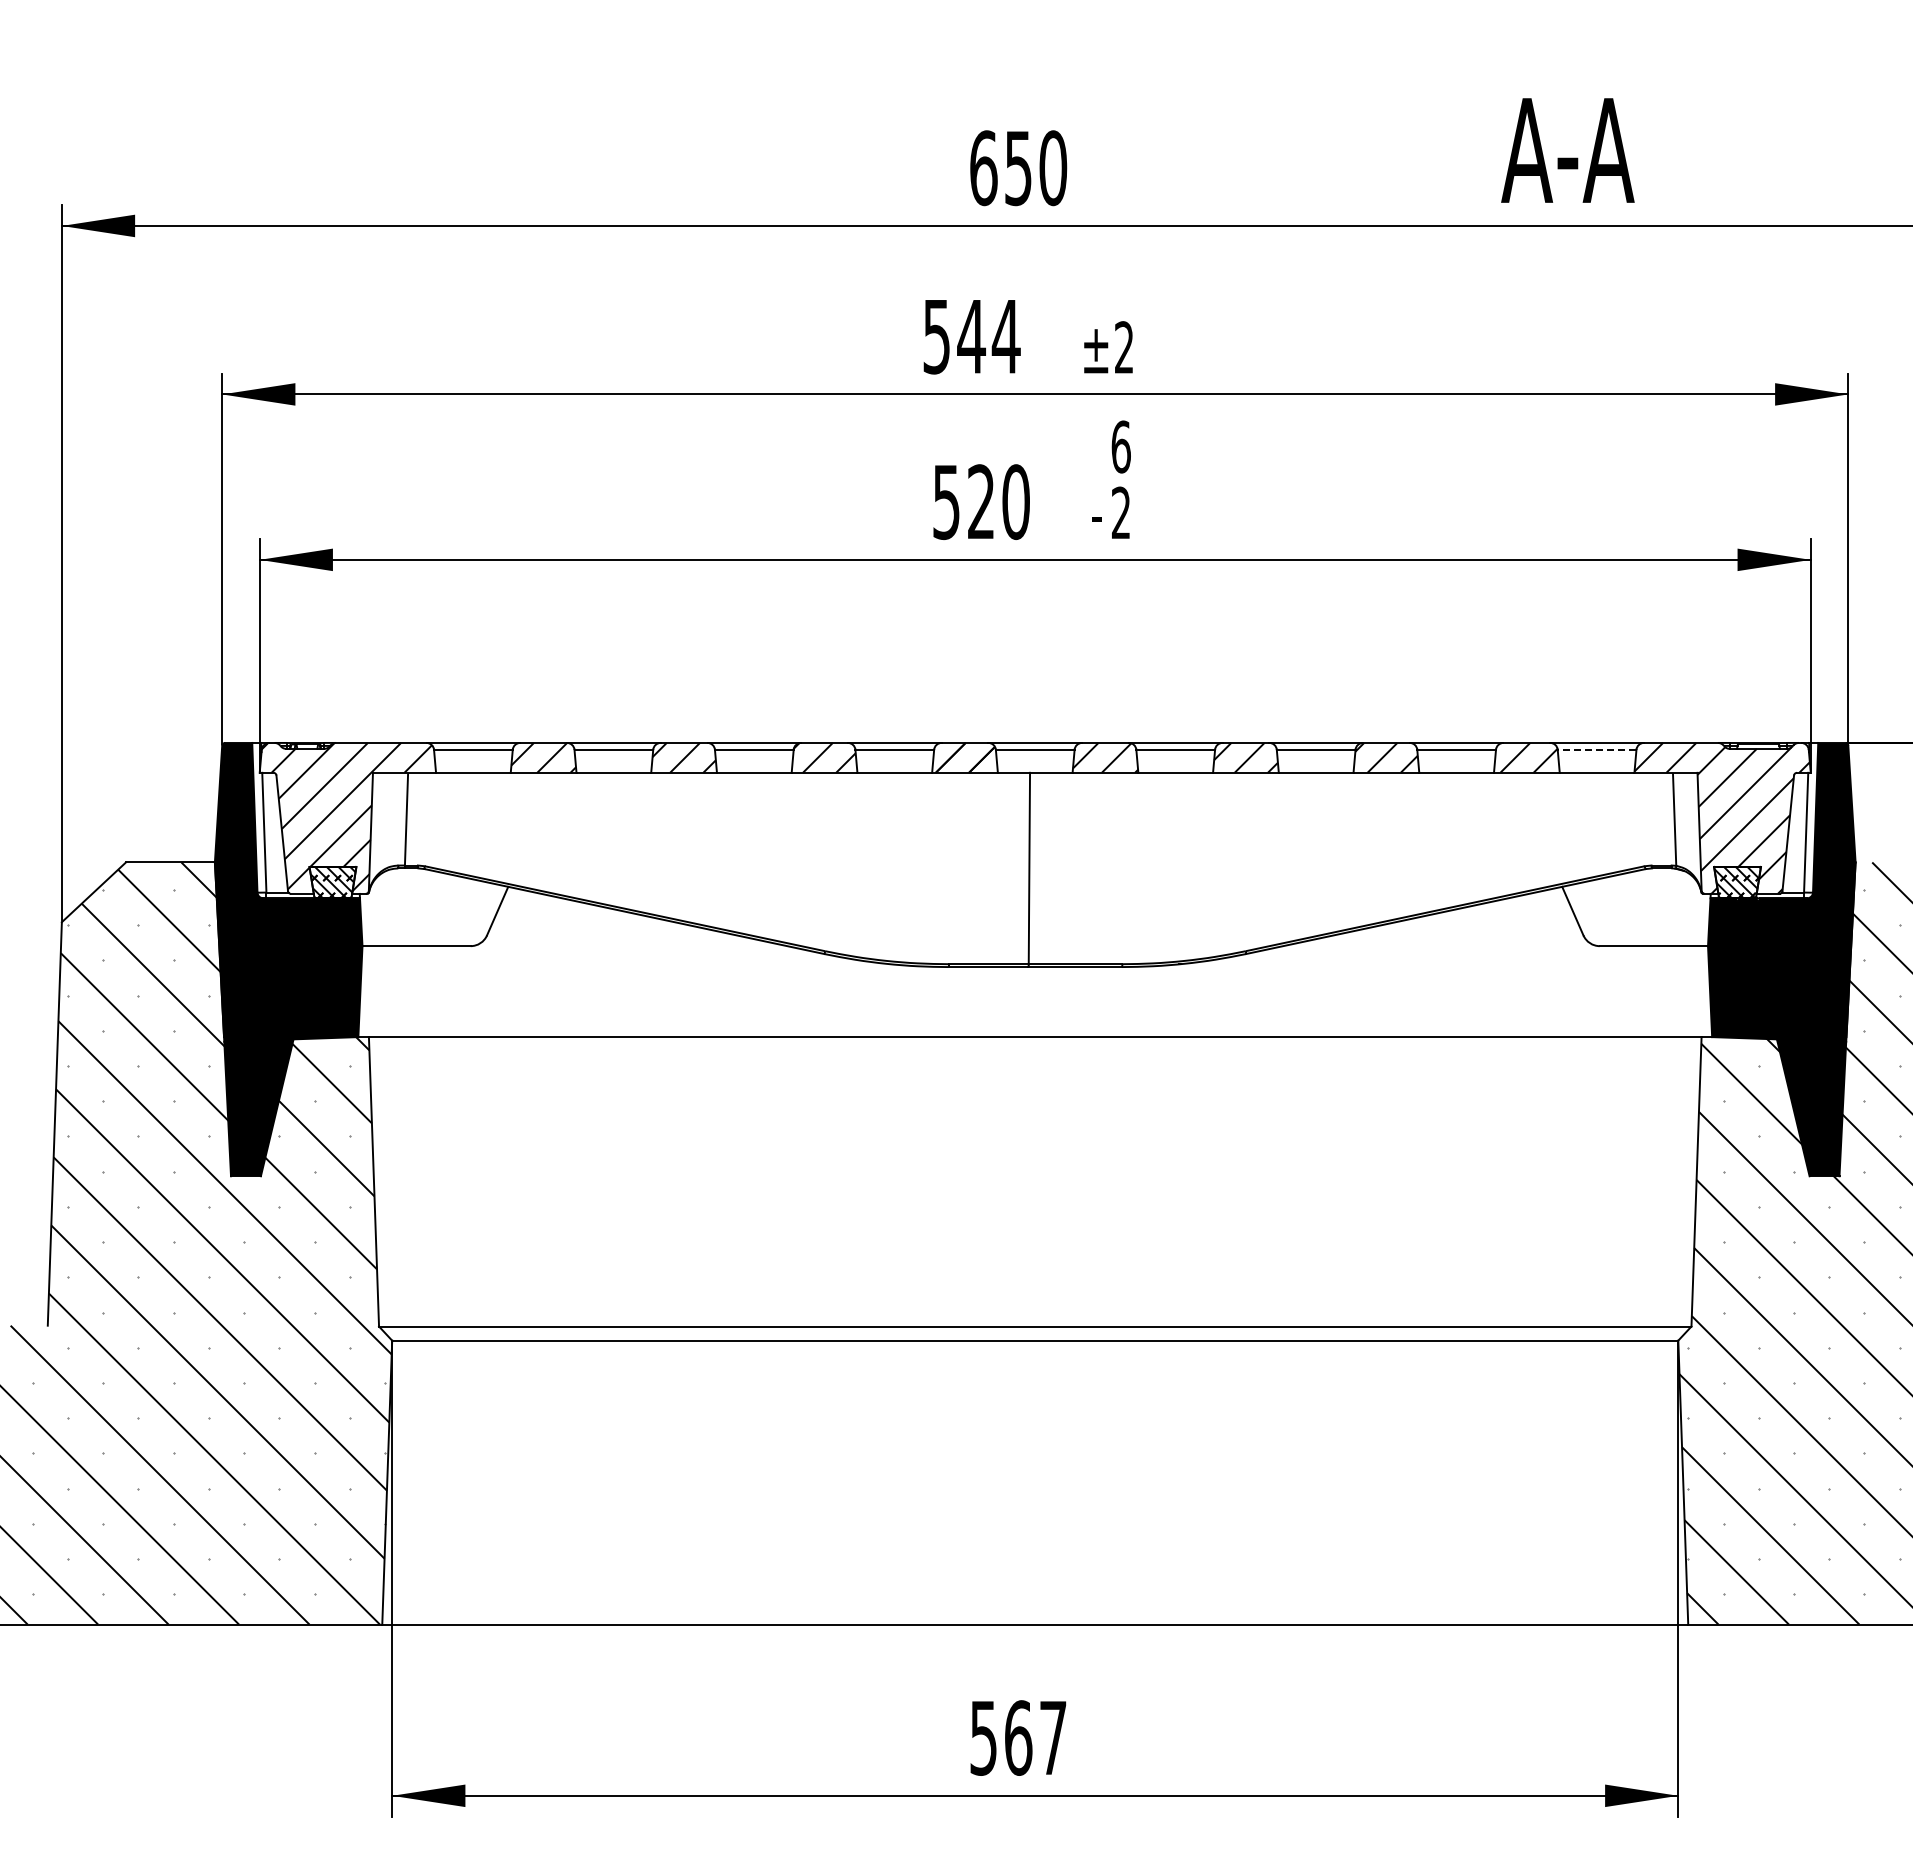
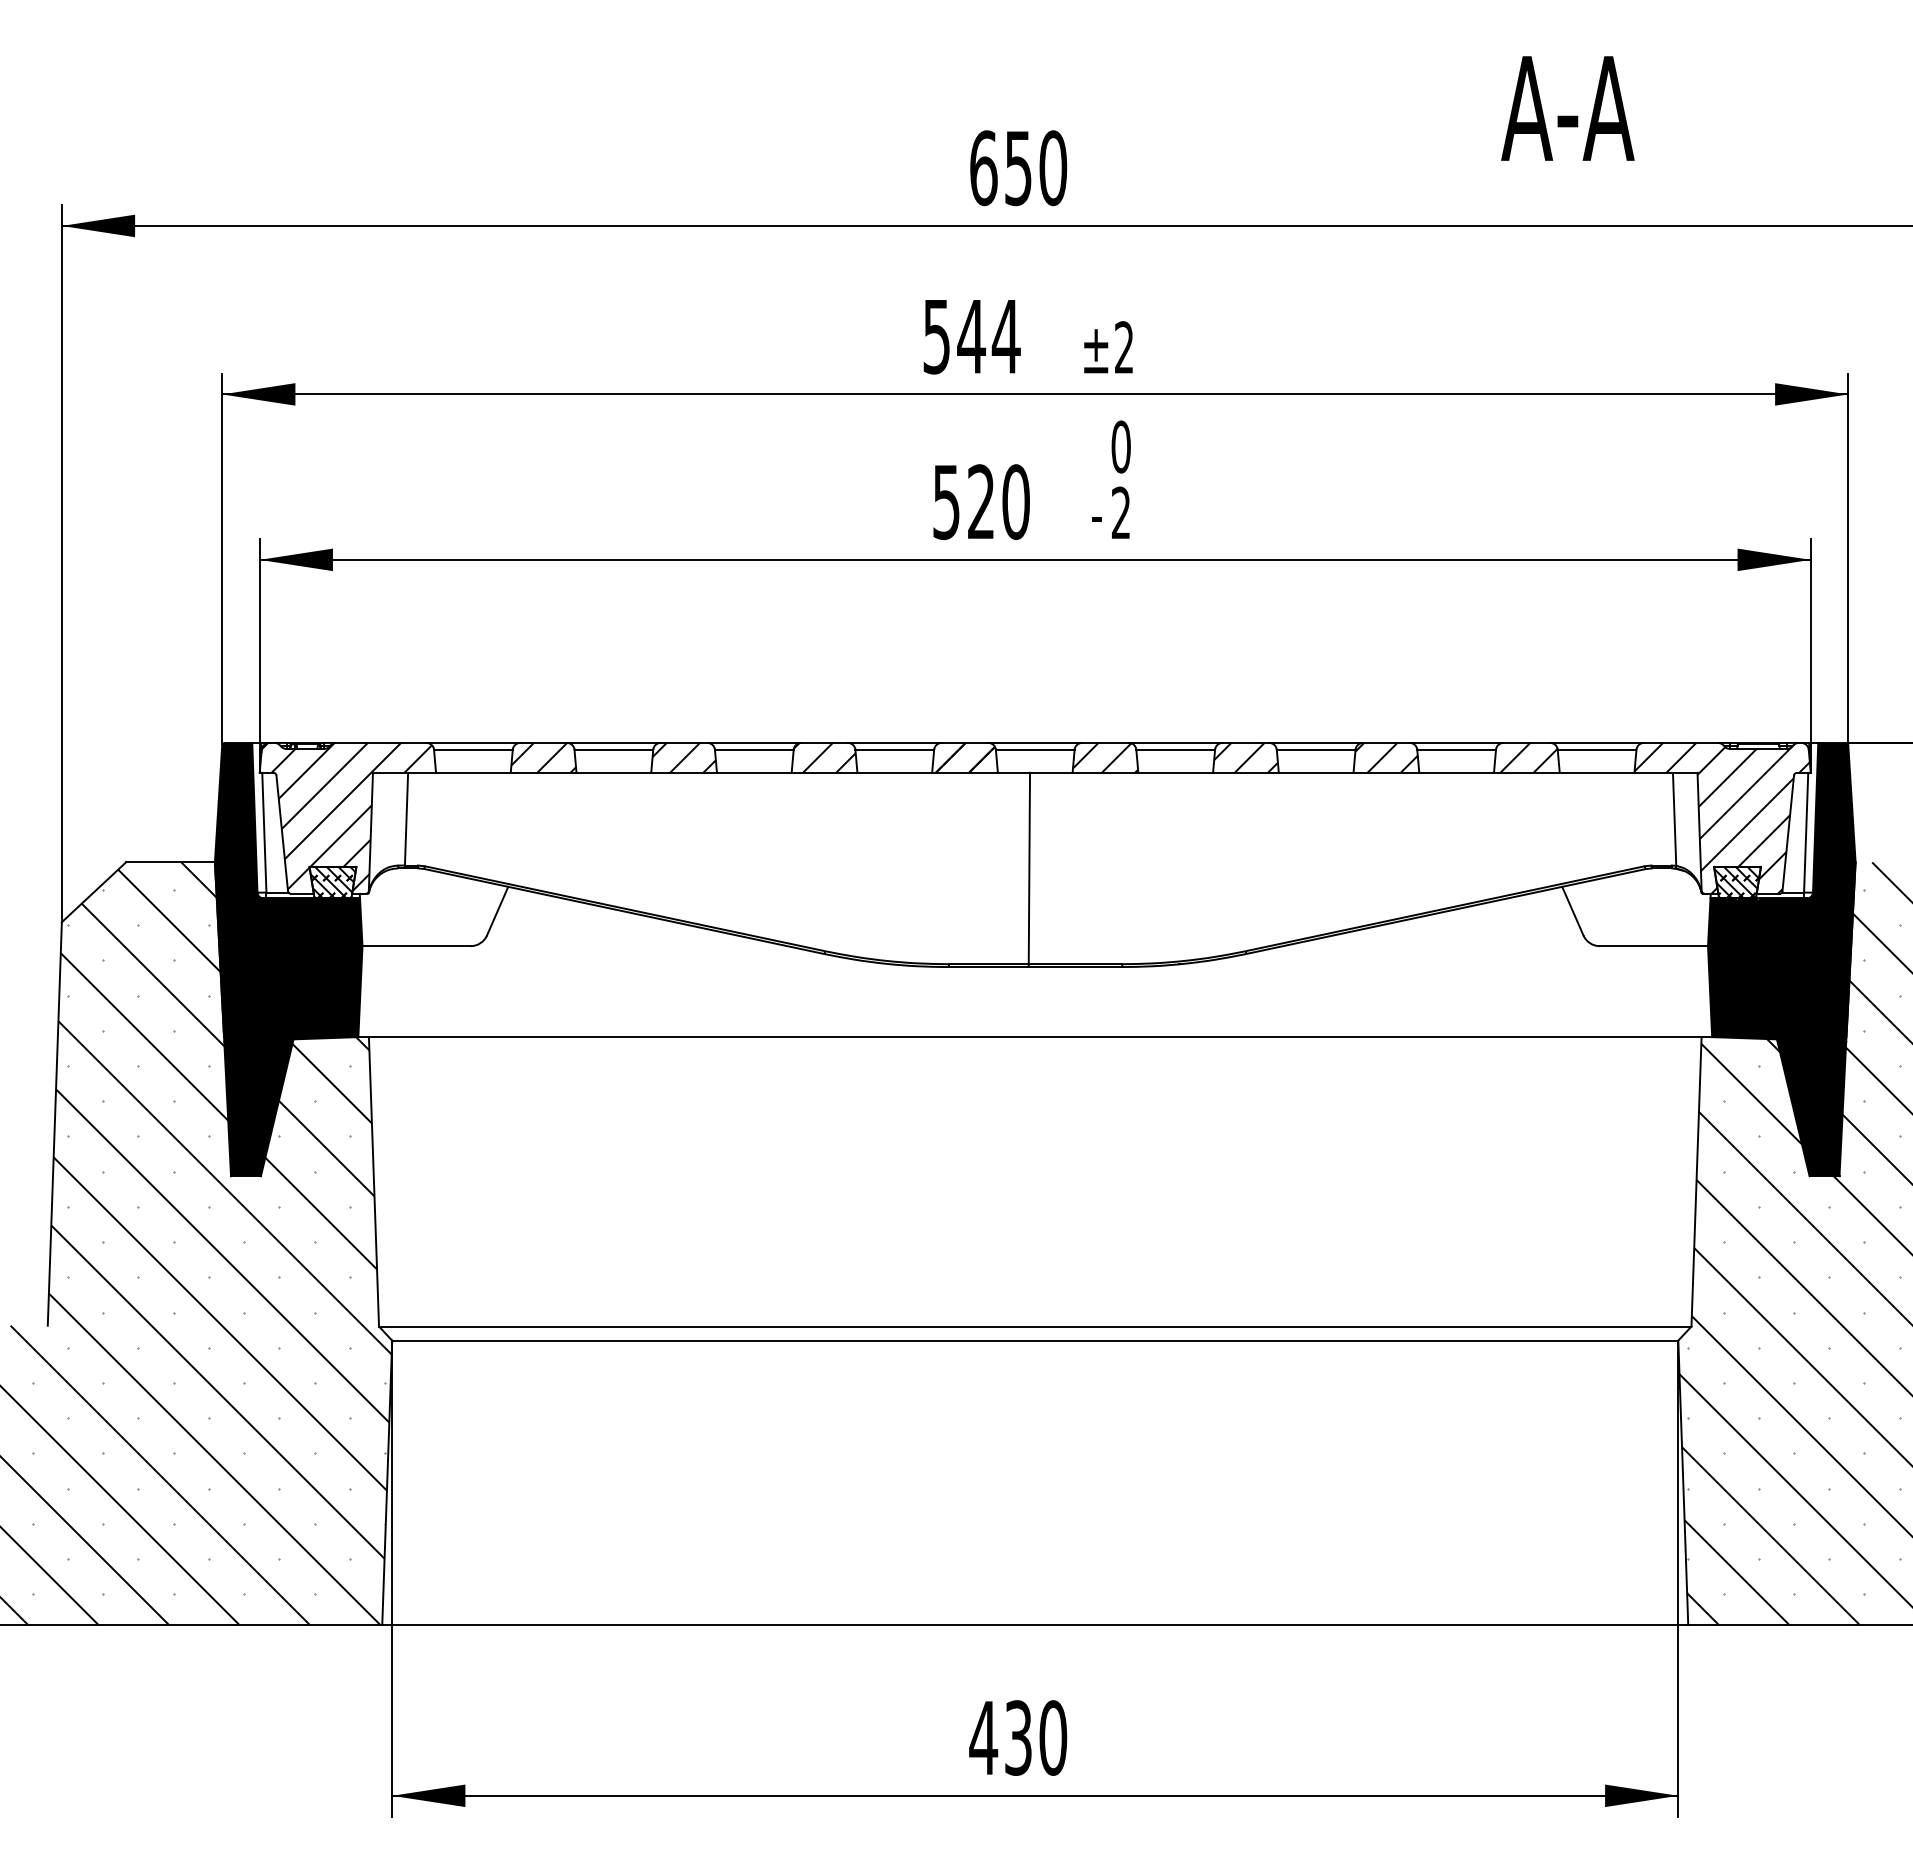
text at (1567, 150) position: (1567, 150) -> (1567, 108)
text at (1120, 446): 6 -> 0
line at (1596, 749): dashed -> solid
text at (1018, 1737): 567 -> 430
